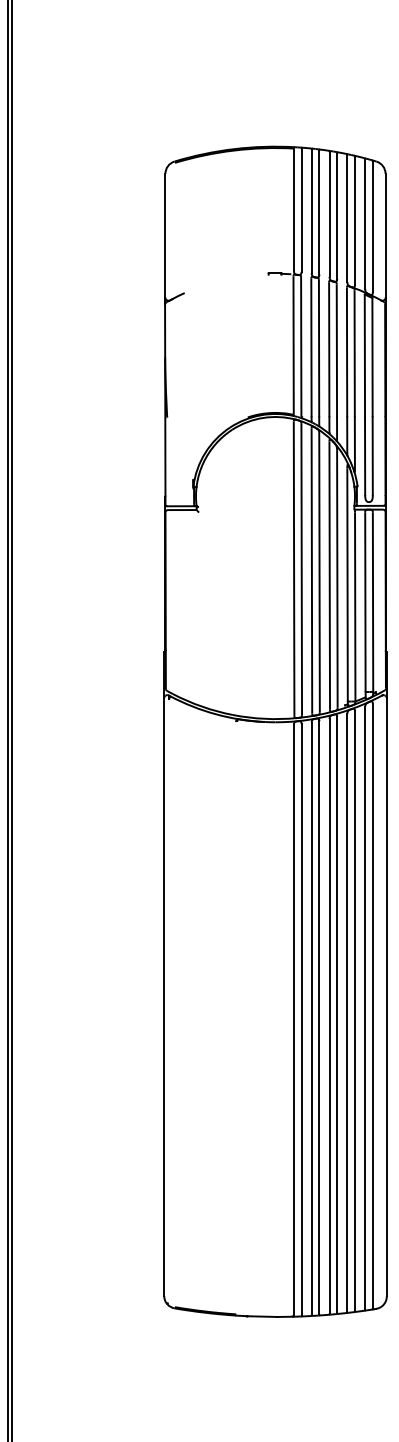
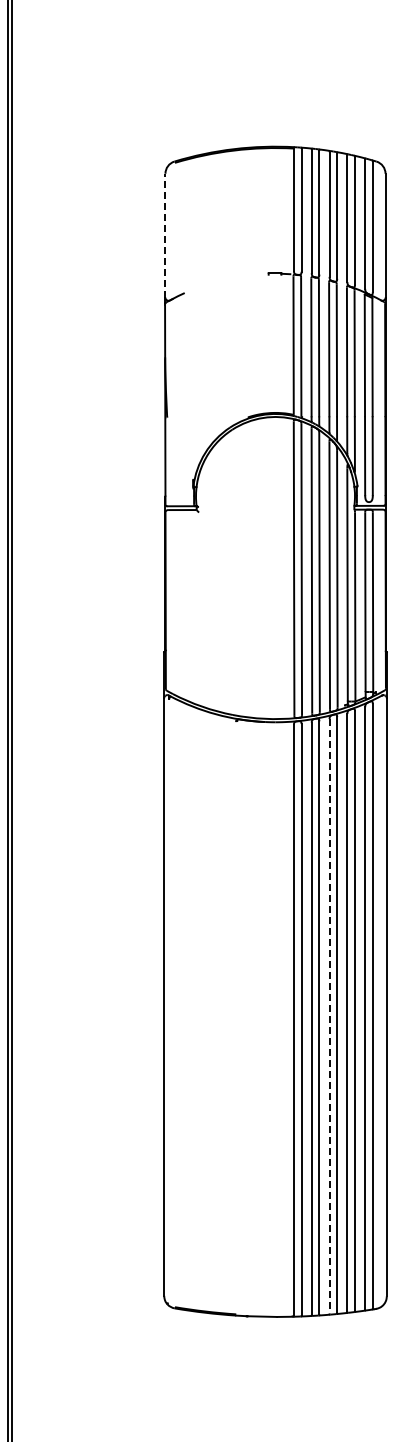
line at (165, 235): solid -> dashed
line at (329, 1016): solid -> dashed
